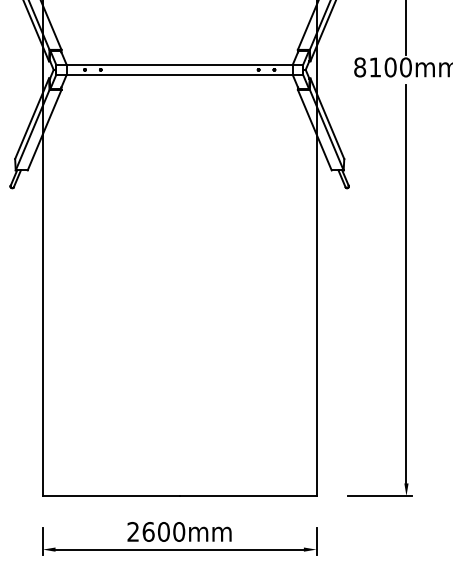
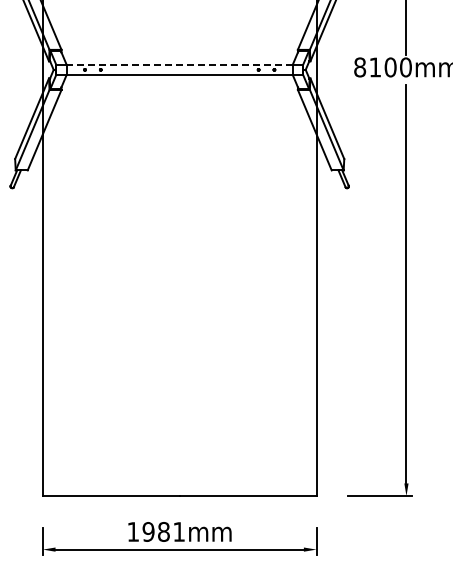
line at (179, 64): solid -> dashed
text at (156, 531): 2600mm -> 1981mm
